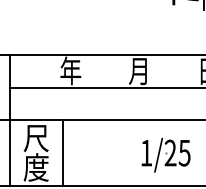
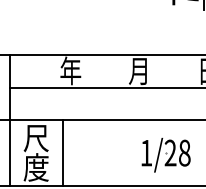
text at (184, 152): 1/25 -> 1/28
